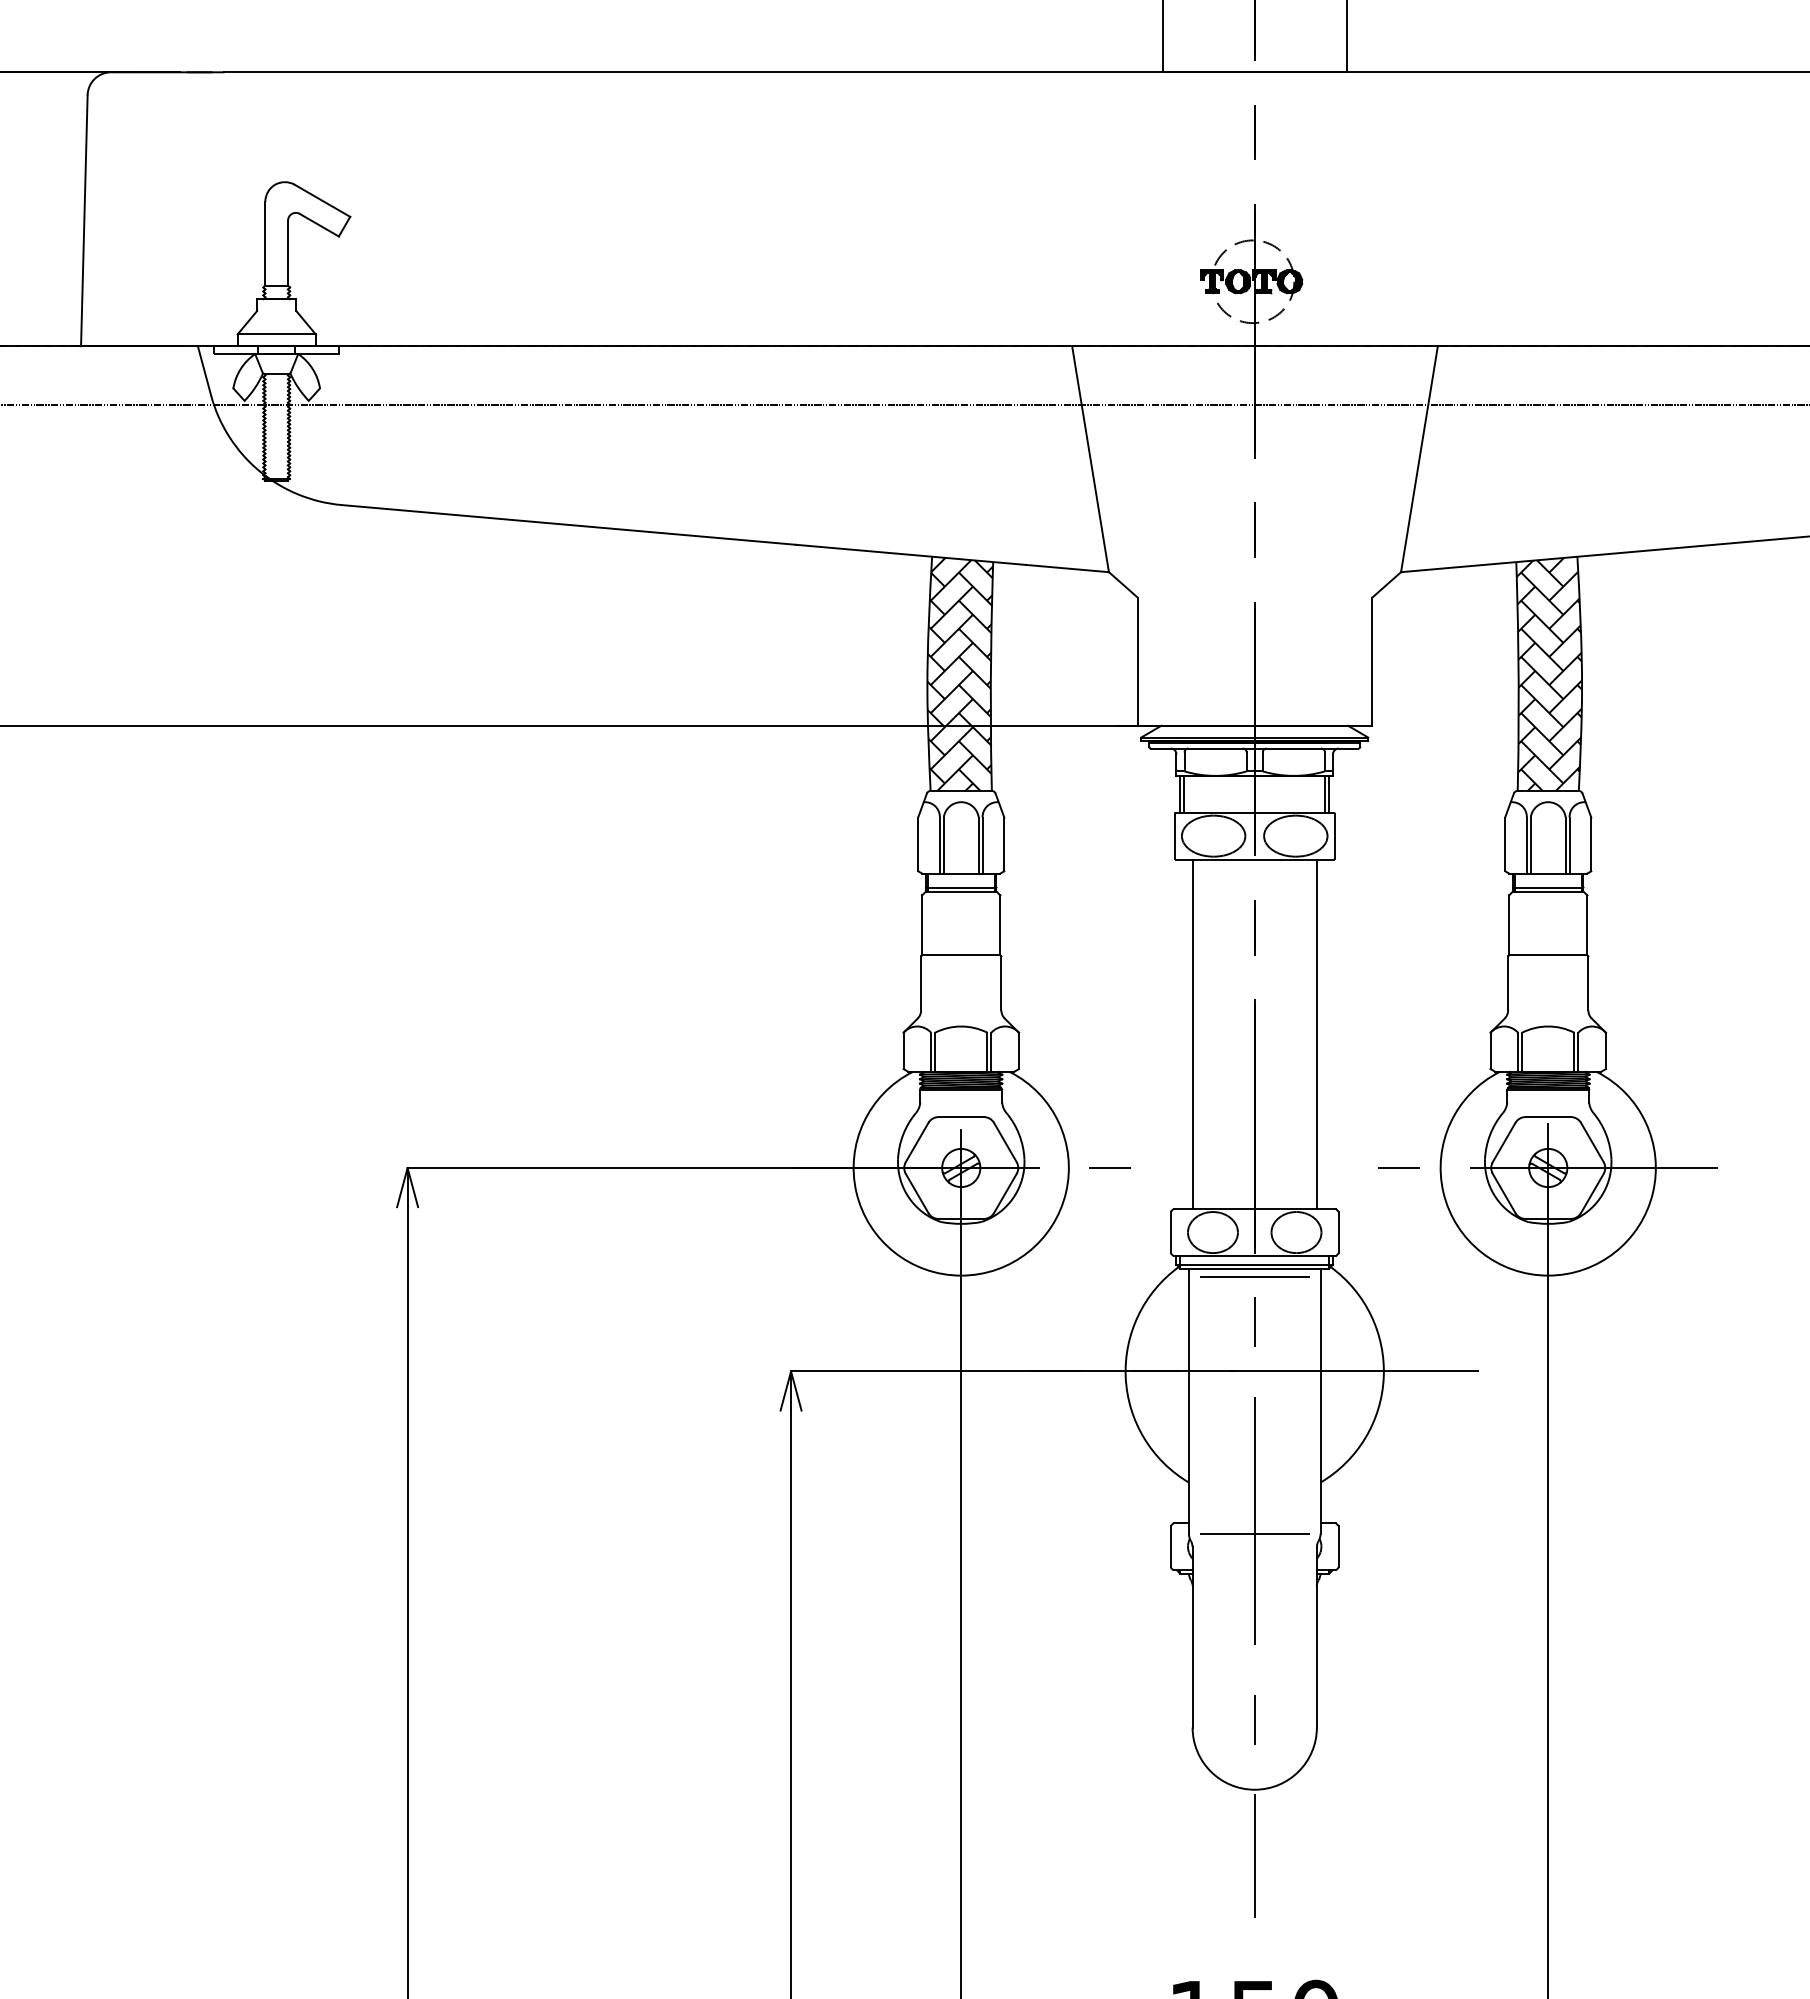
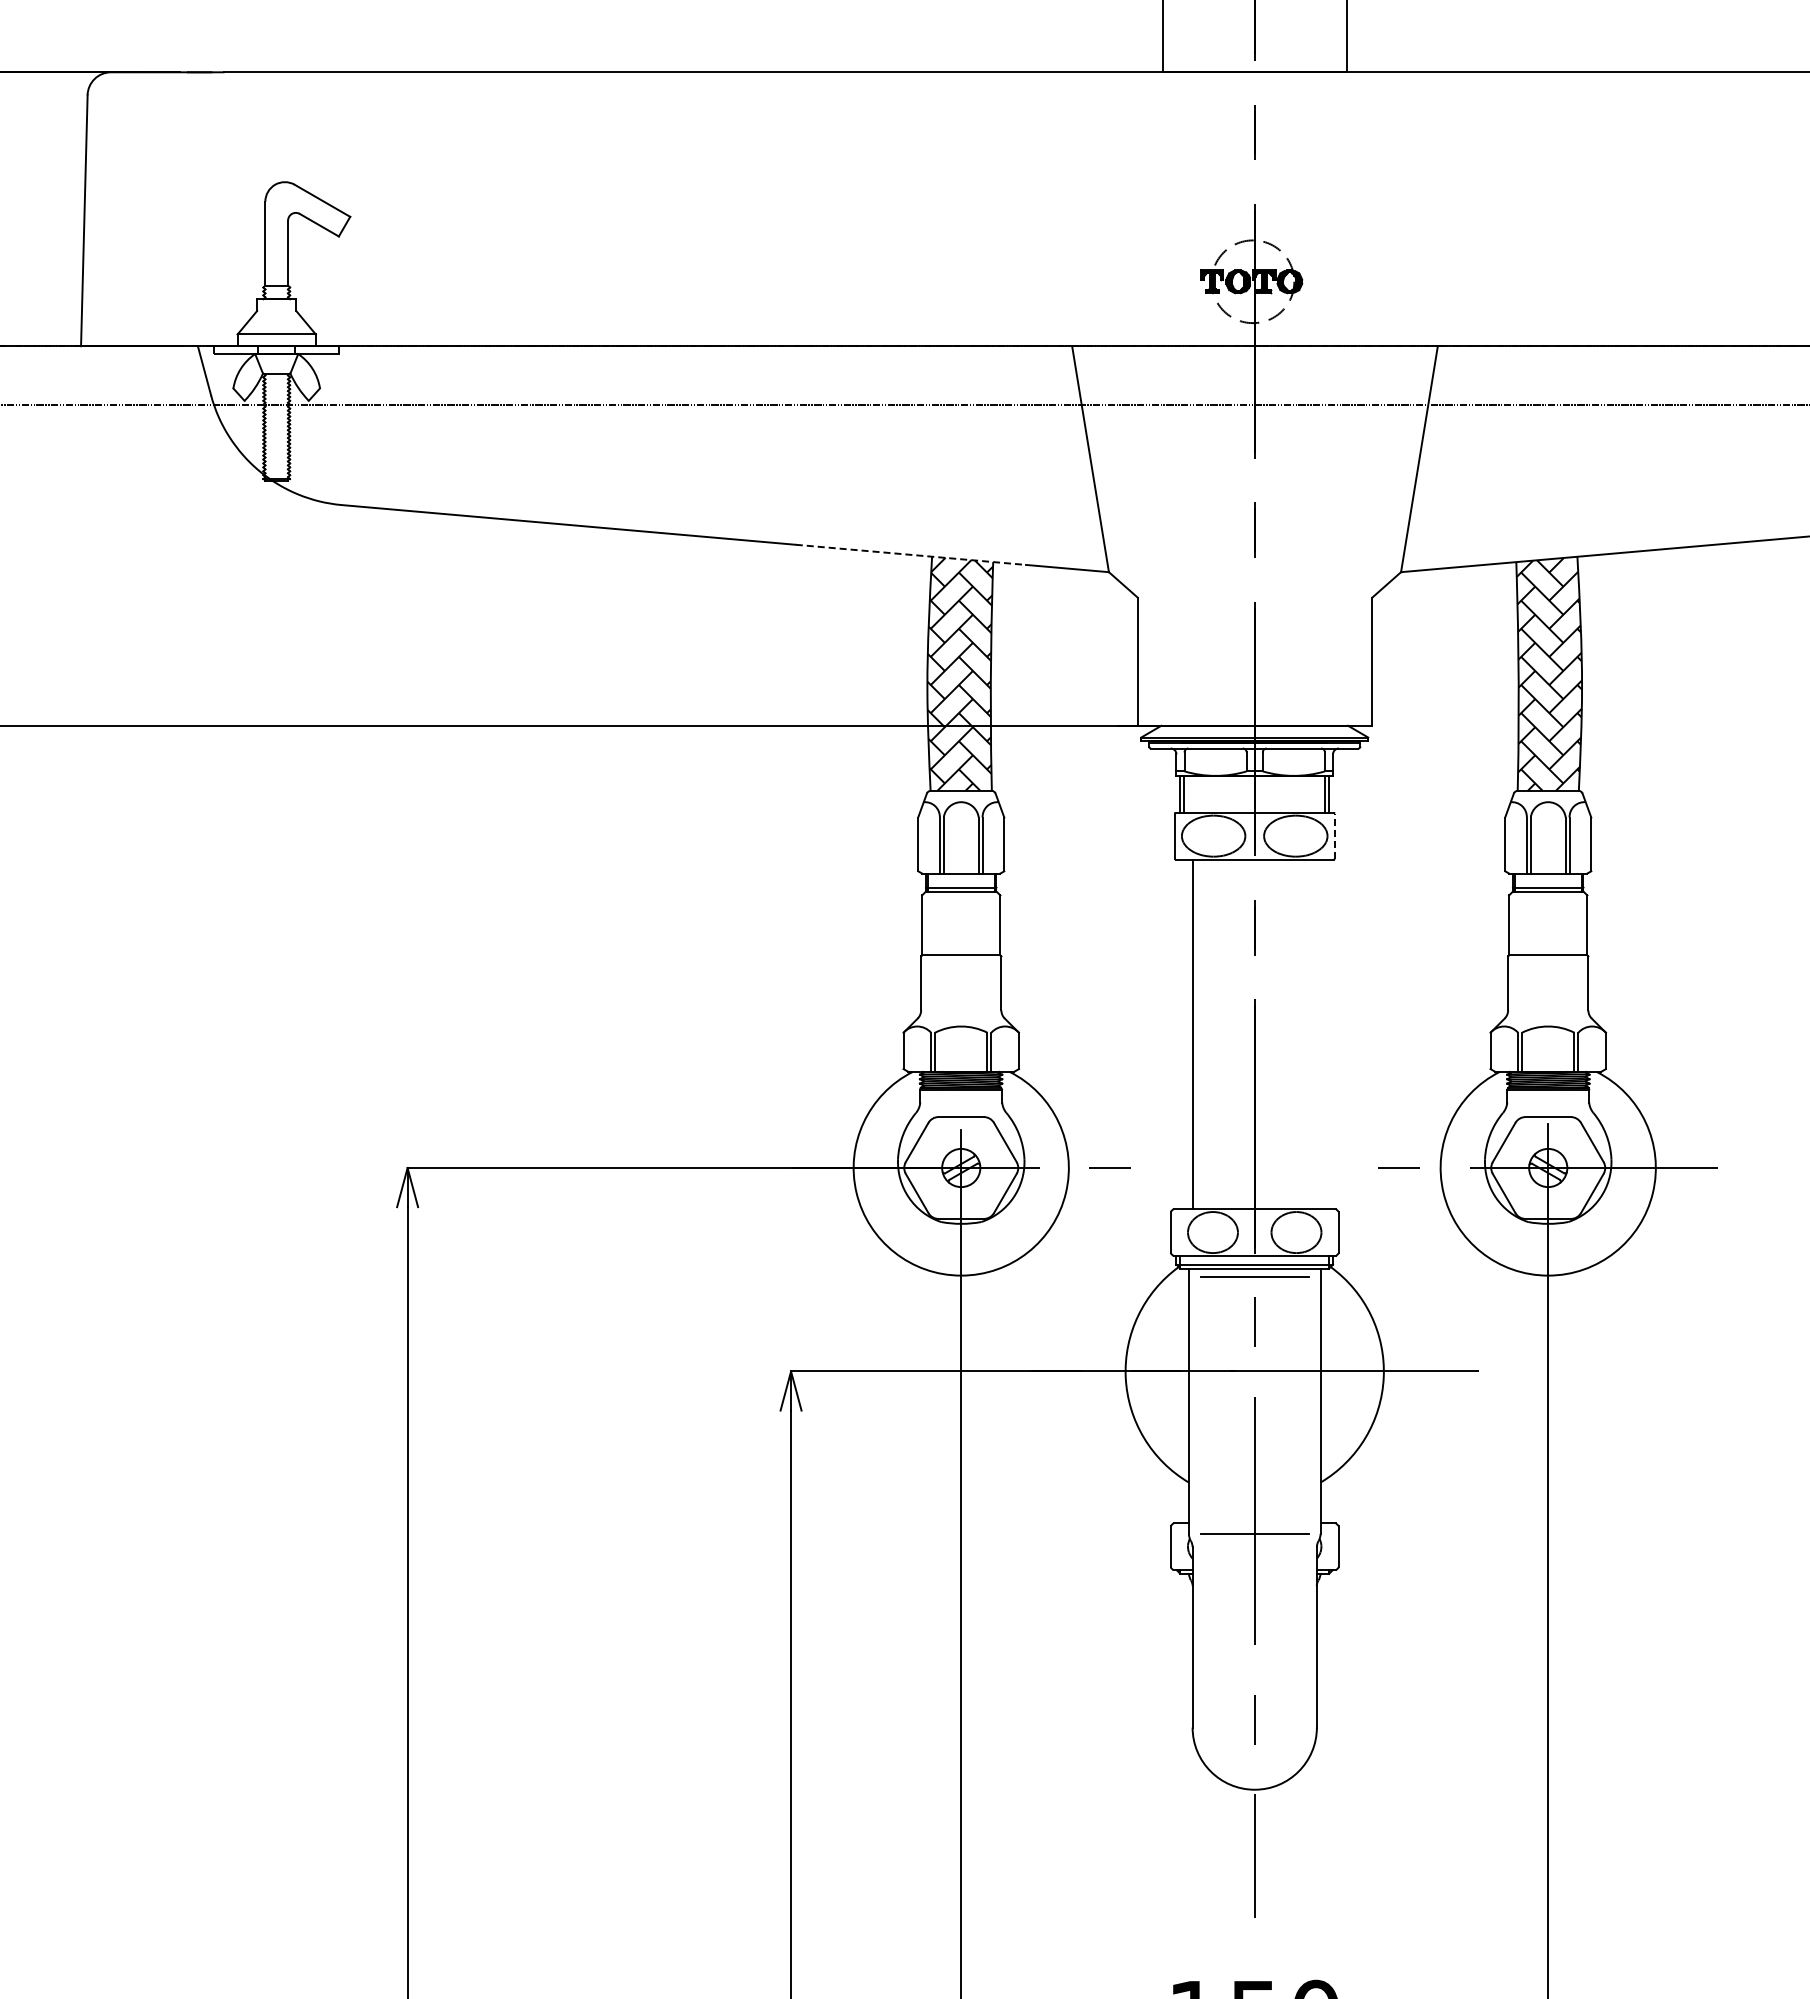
line at (910, 554): solid -> dashed
line at (1334, 836): solid -> dashed
line at (1316, 1034): present -> none
